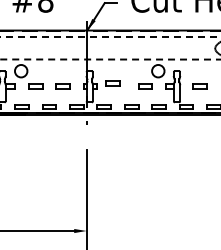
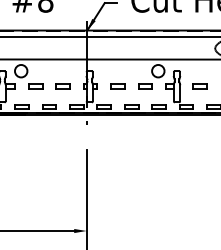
line at (110, 36): dashed -> solid
line at (110, 59): dashed -> solid
part at (112, 83) position: (112, 83) -> (117, 86)
